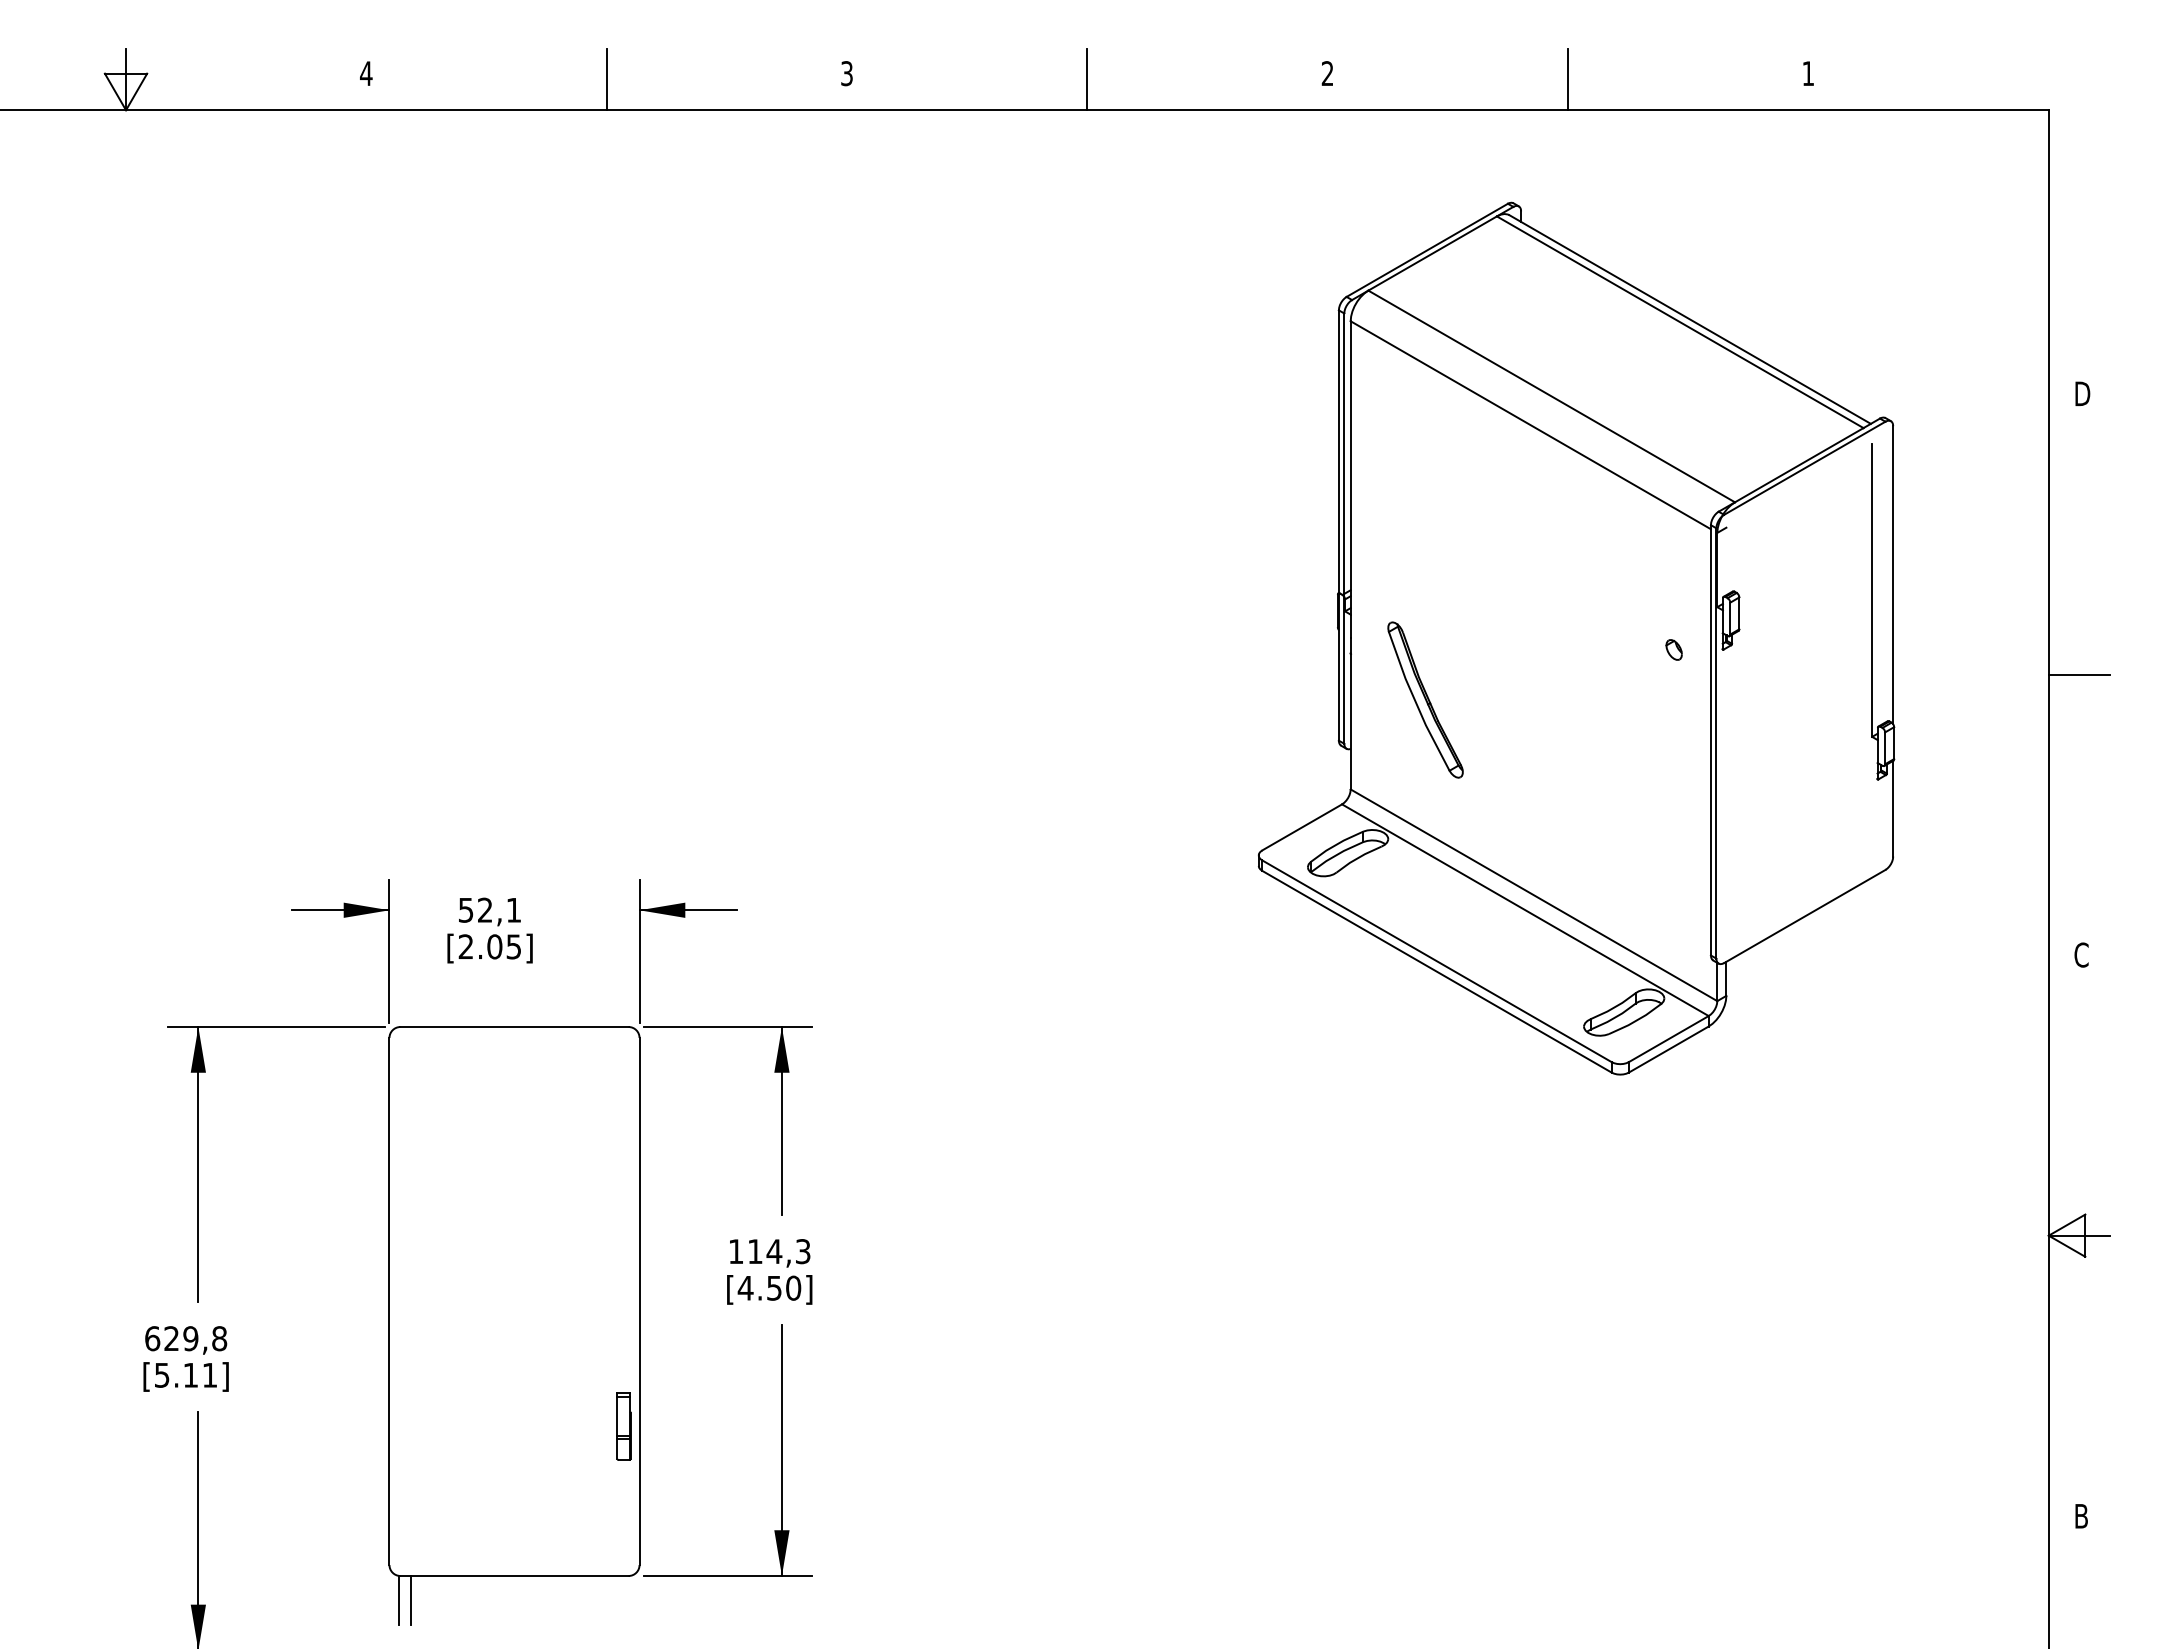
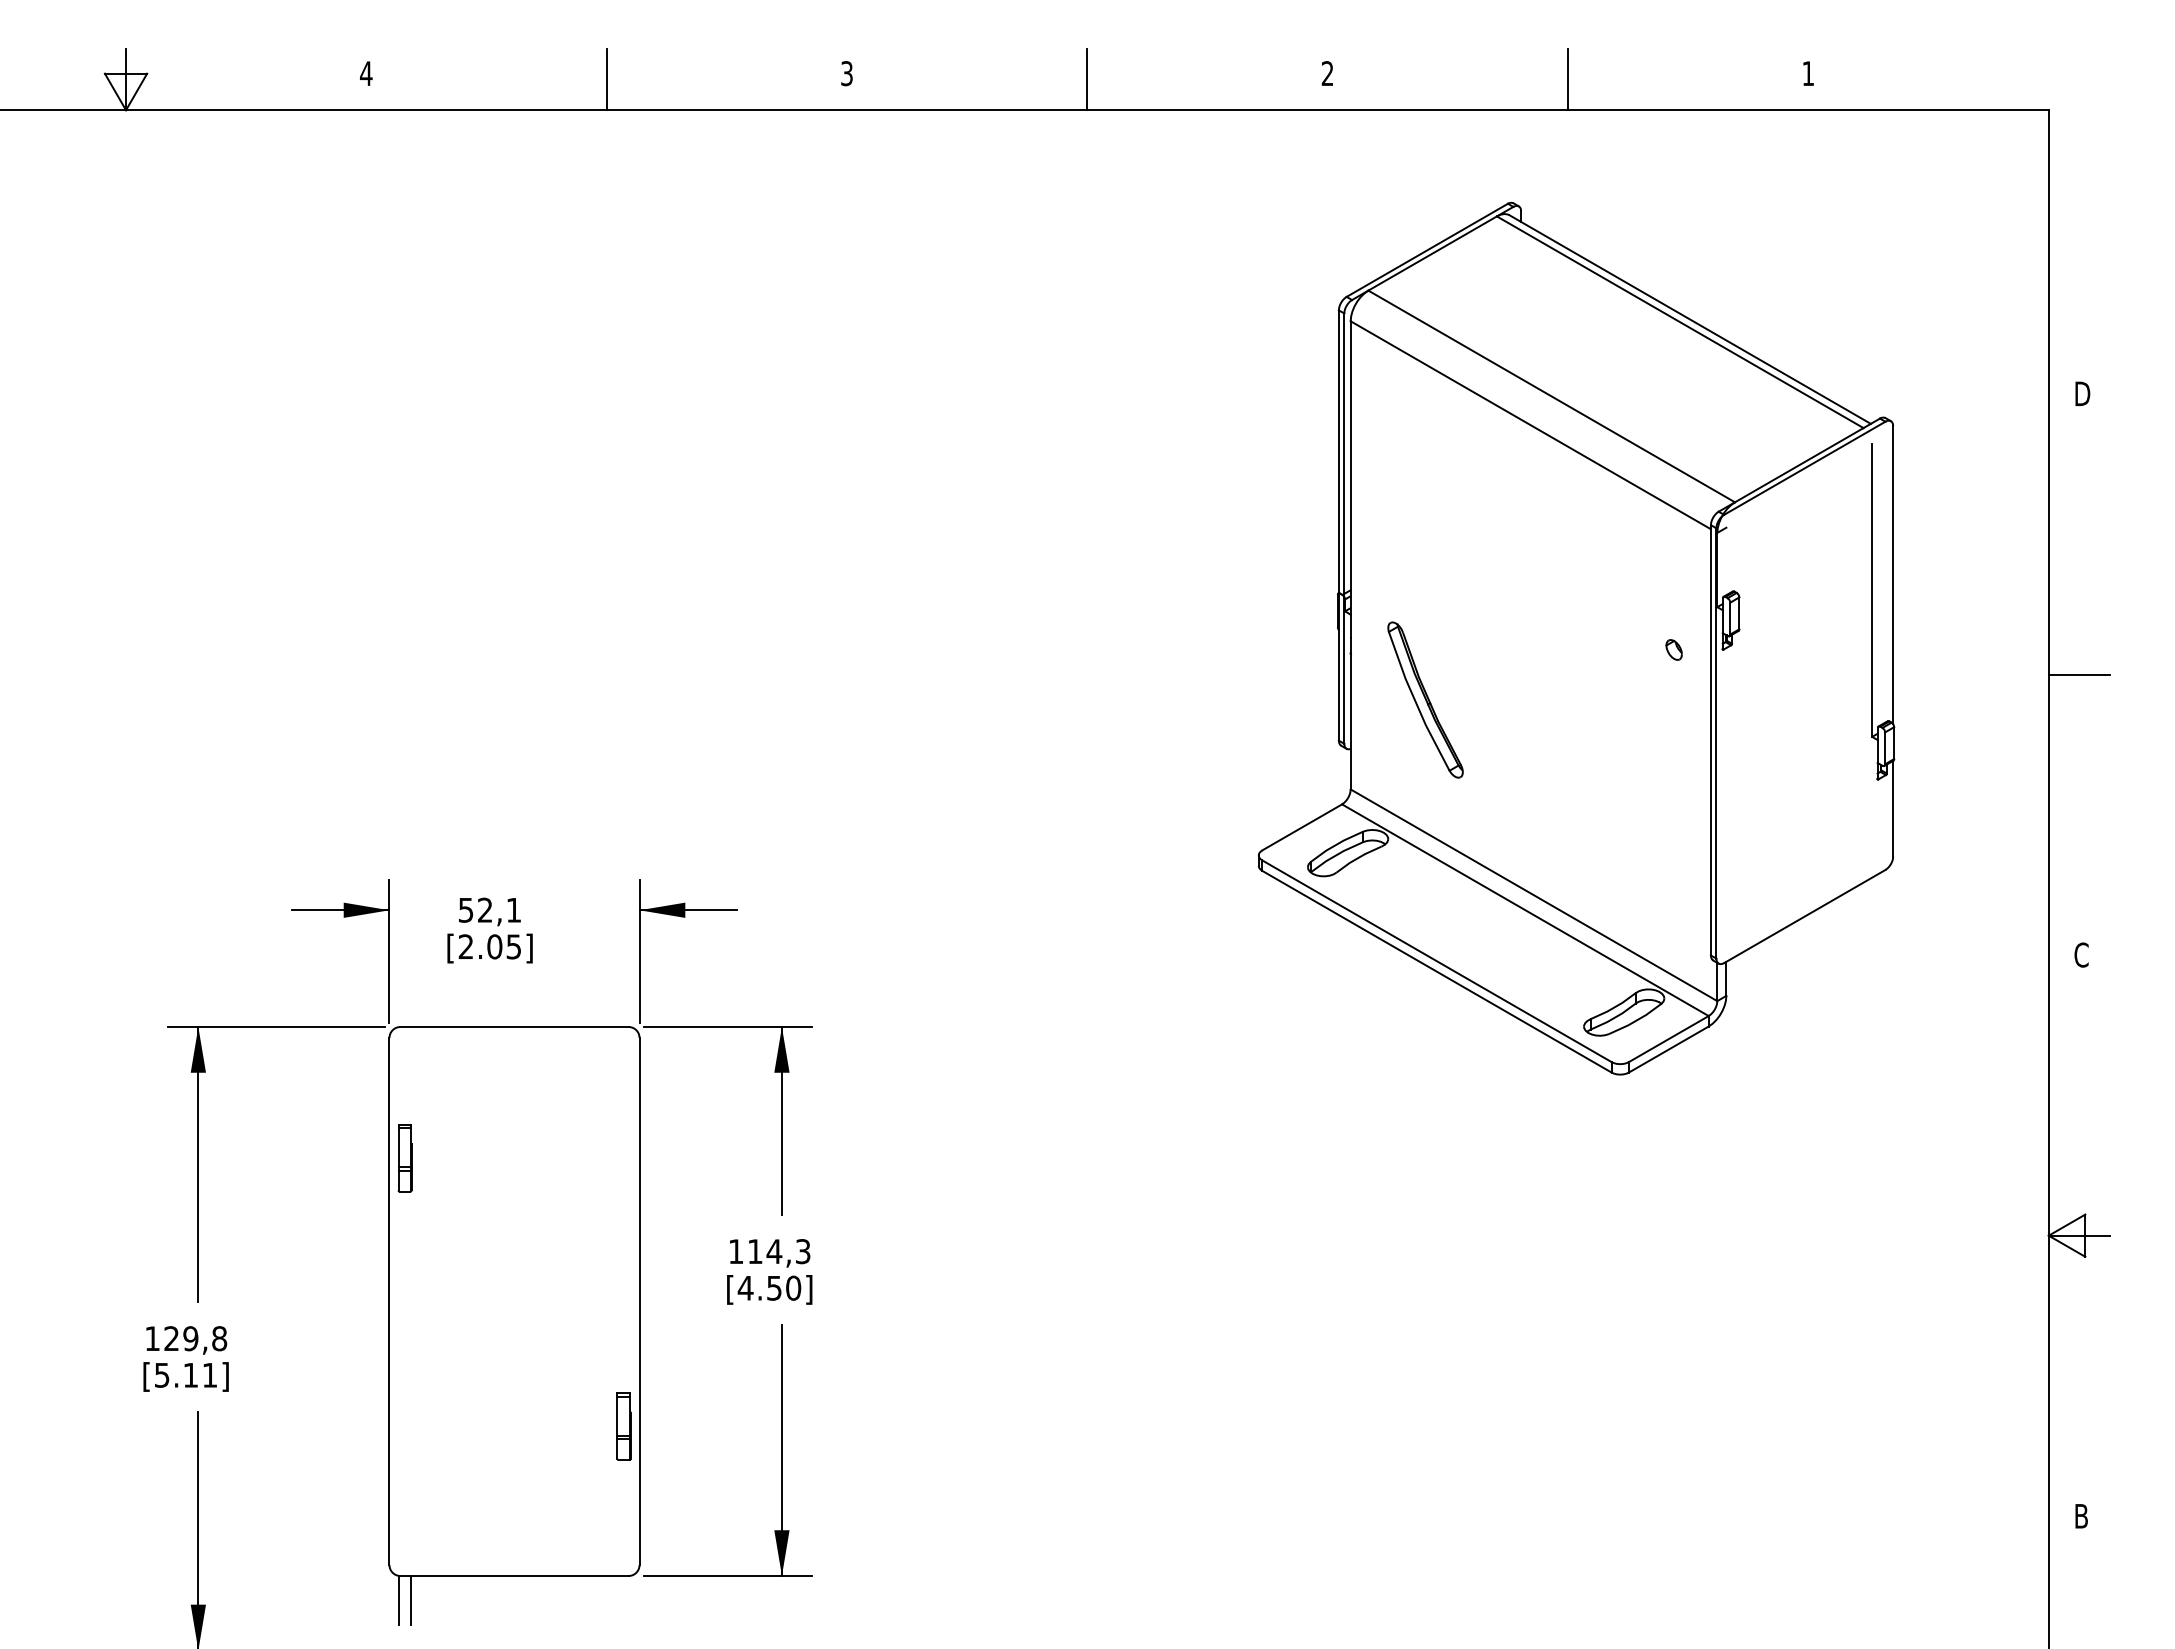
part at (404, 1158): none -> present
text at (152, 1338): 629,8 -> 129,8
